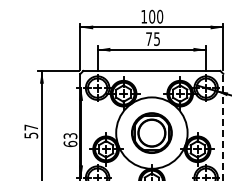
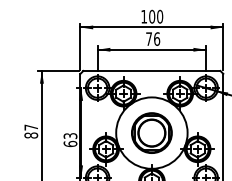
text at (157, 38): 75 -> 76
line at (223, 126): dashed -> solid
text at (31, 135): 57 -> 87
